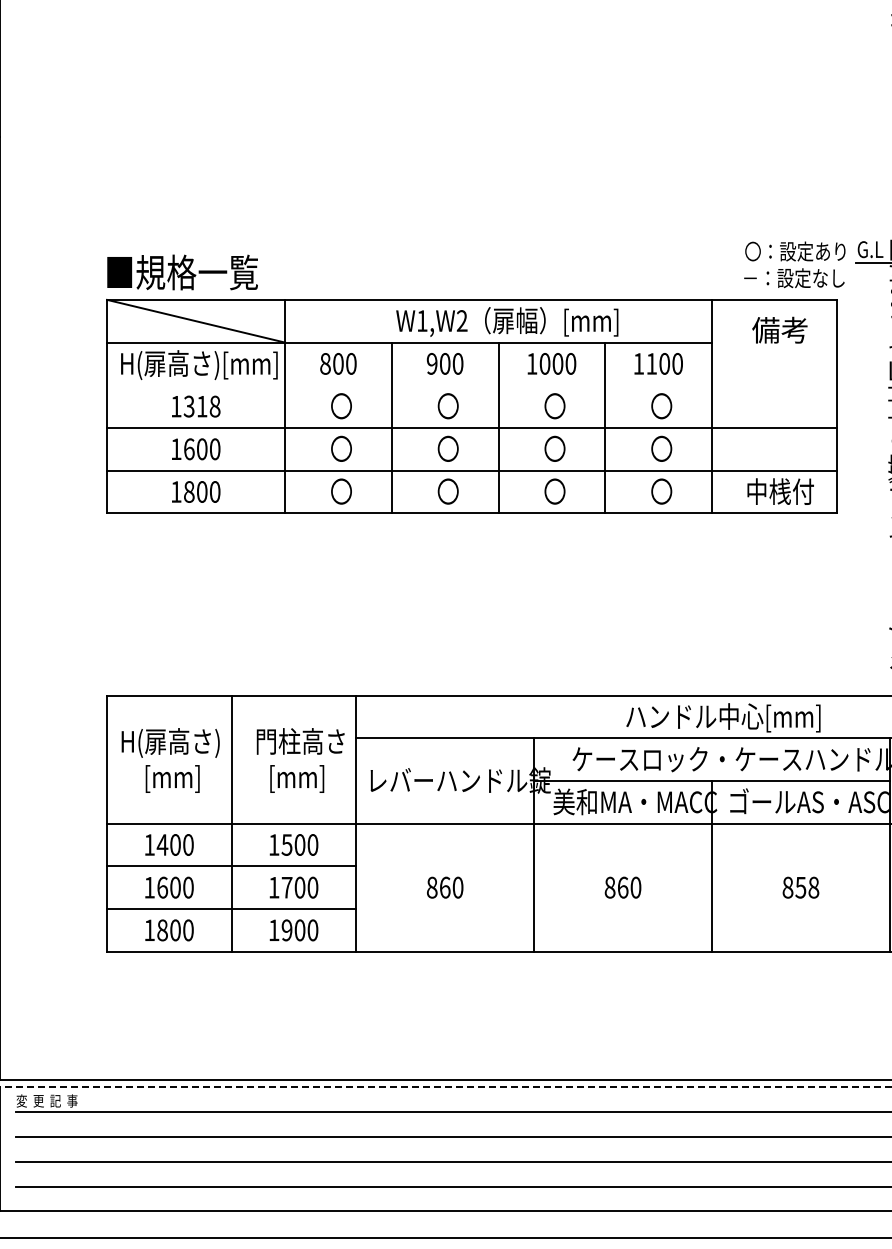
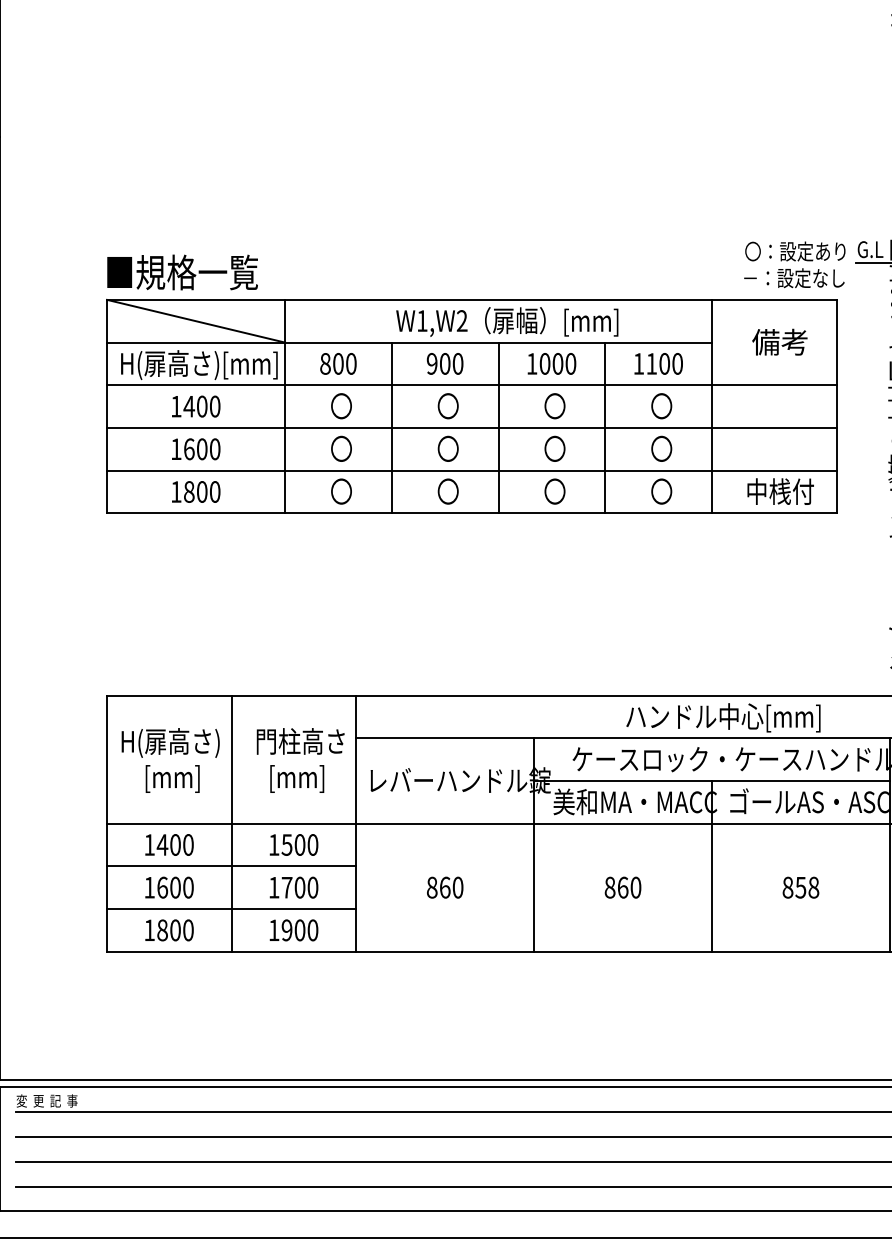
text at (779, 329) position: (779, 329) -> (779, 341)
line at (471, 385): none -> present
text at (201, 406): 1318 -> 1400
line at (445, 1086): dashed -> solid
